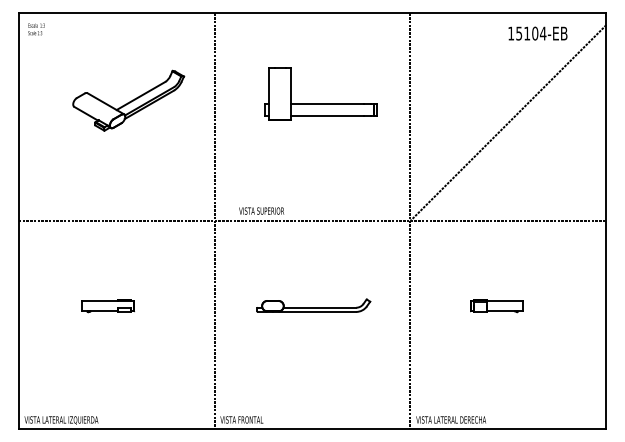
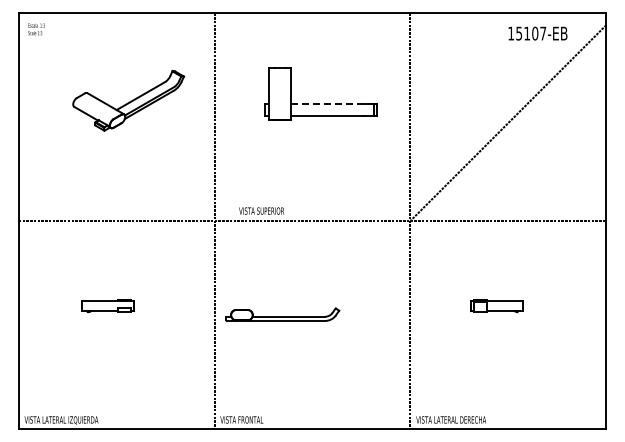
text at (542, 33): 15104-EB -> 15107-EB
line at (326, 103): solid -> dashed
part at (313, 305) position: (313, 305) -> (282, 314)
